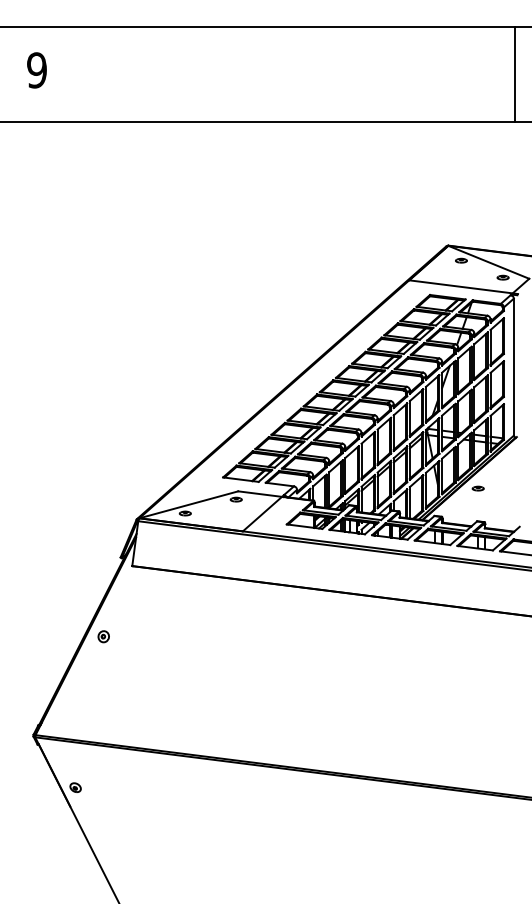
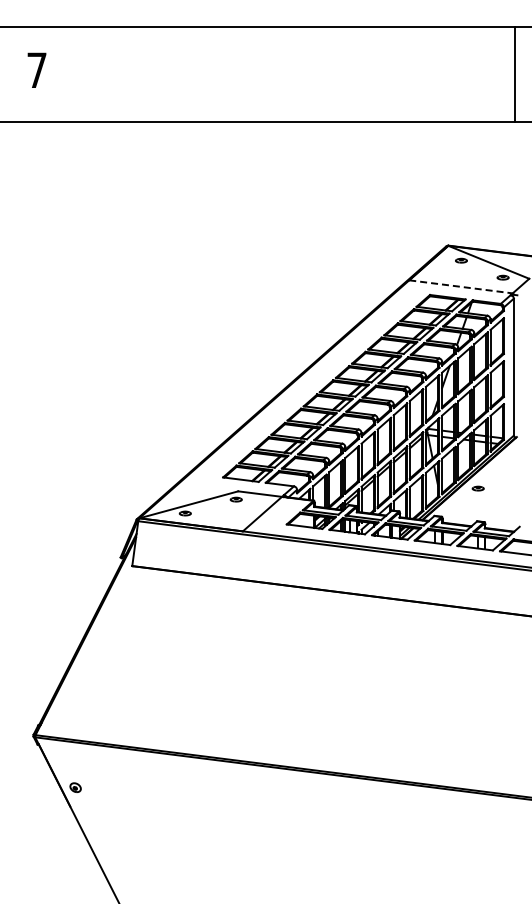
text at (36, 70): 9 -> 7
line at (463, 287): solid -> dashed
part at (103, 636): present -> none
